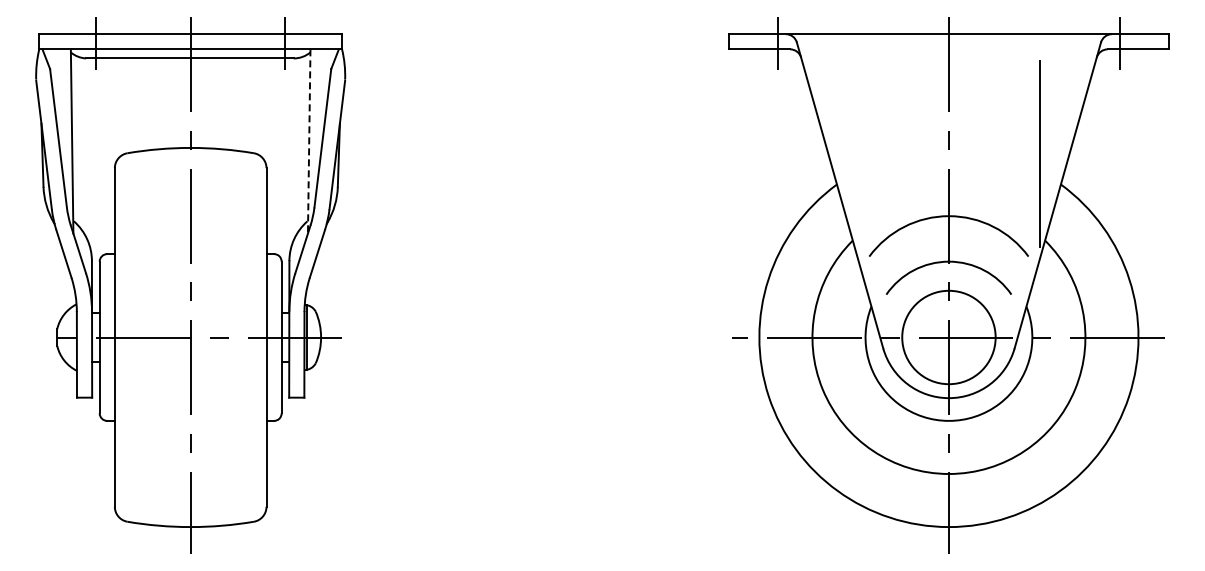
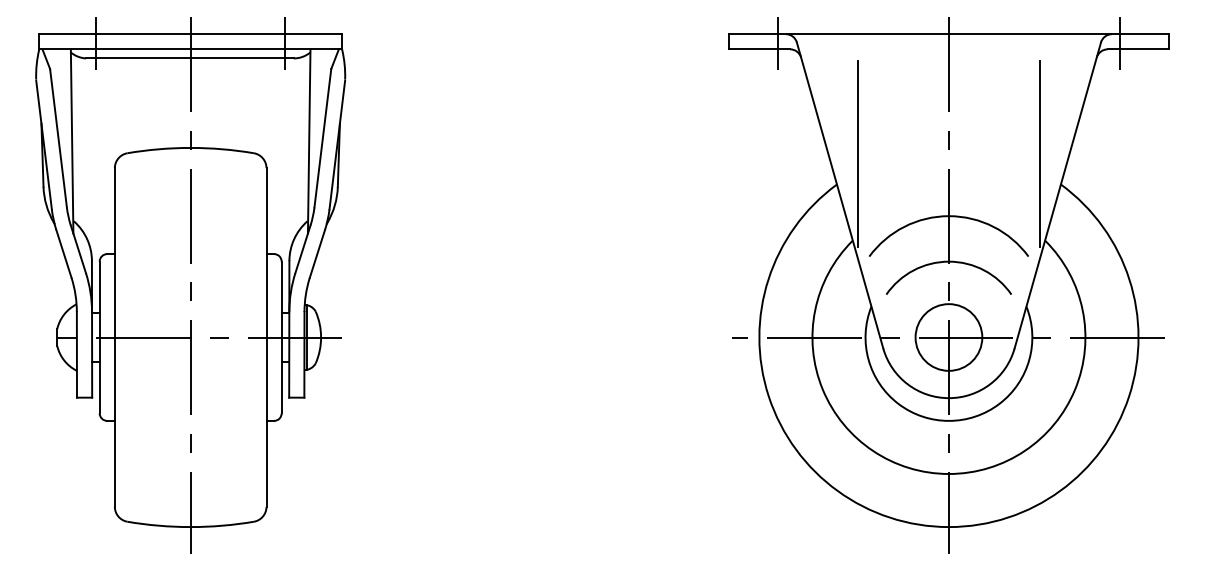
line at (309, 141): dashed -> solid
line at (857, 153): none -> present
circle at (948, 337) diameter: 93 px -> 67 px
